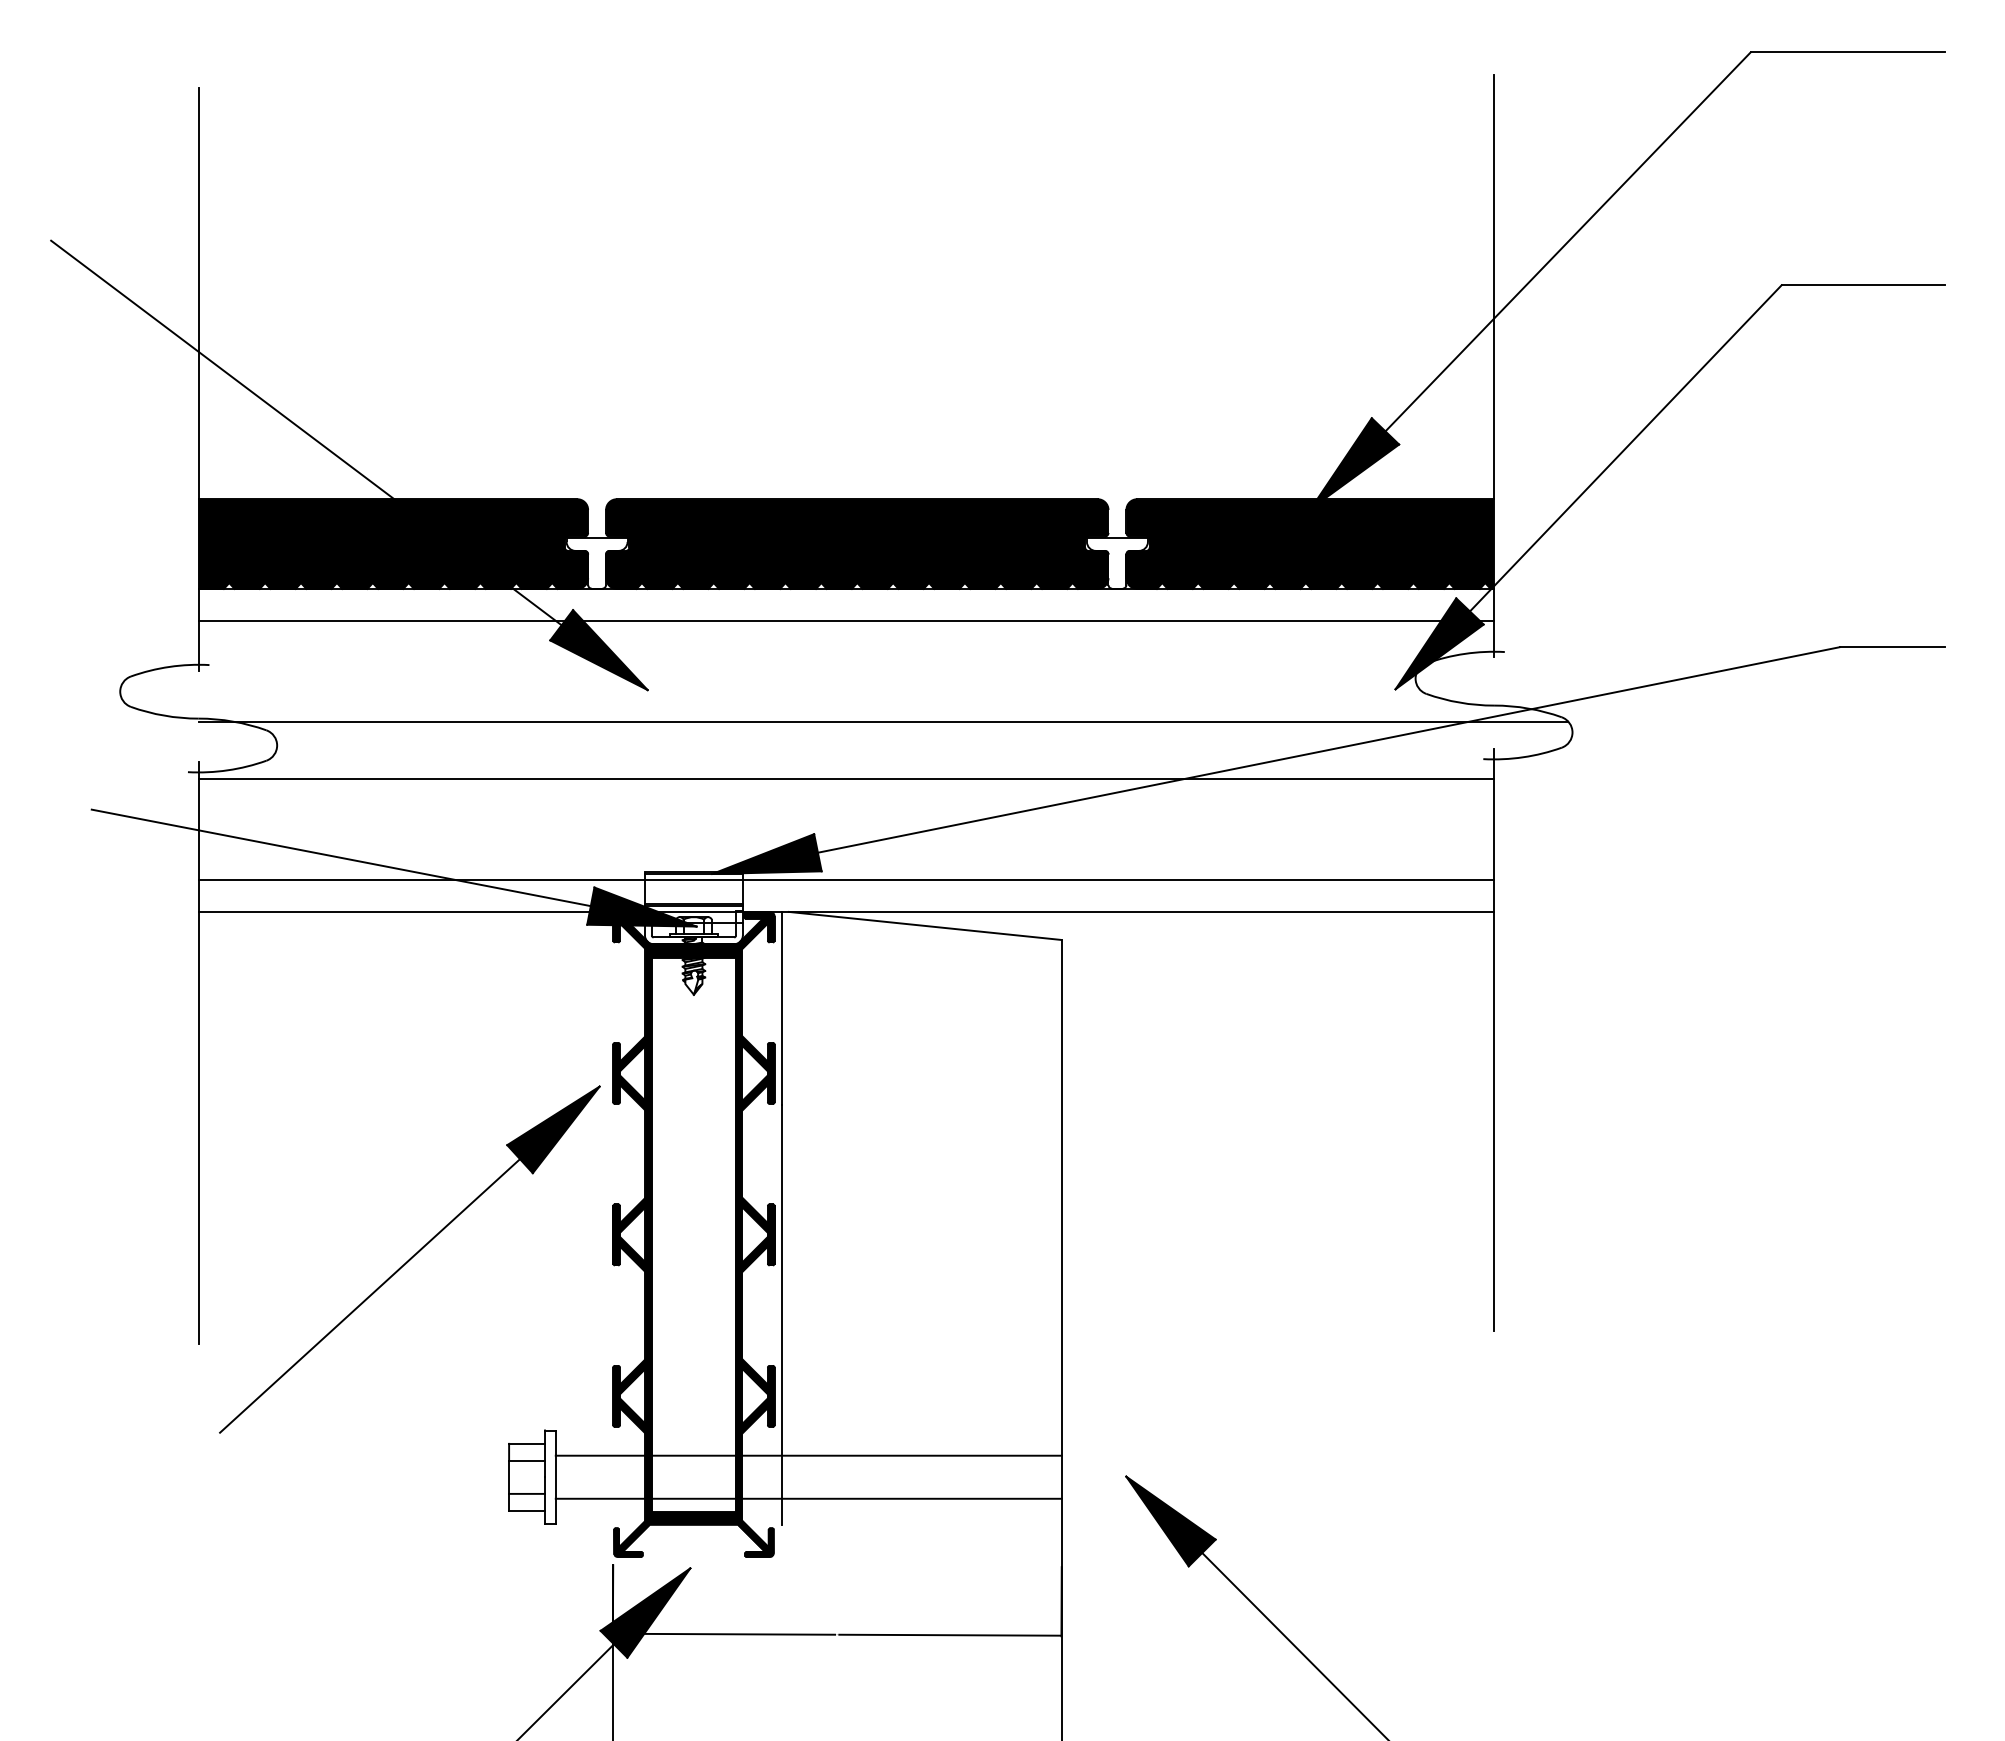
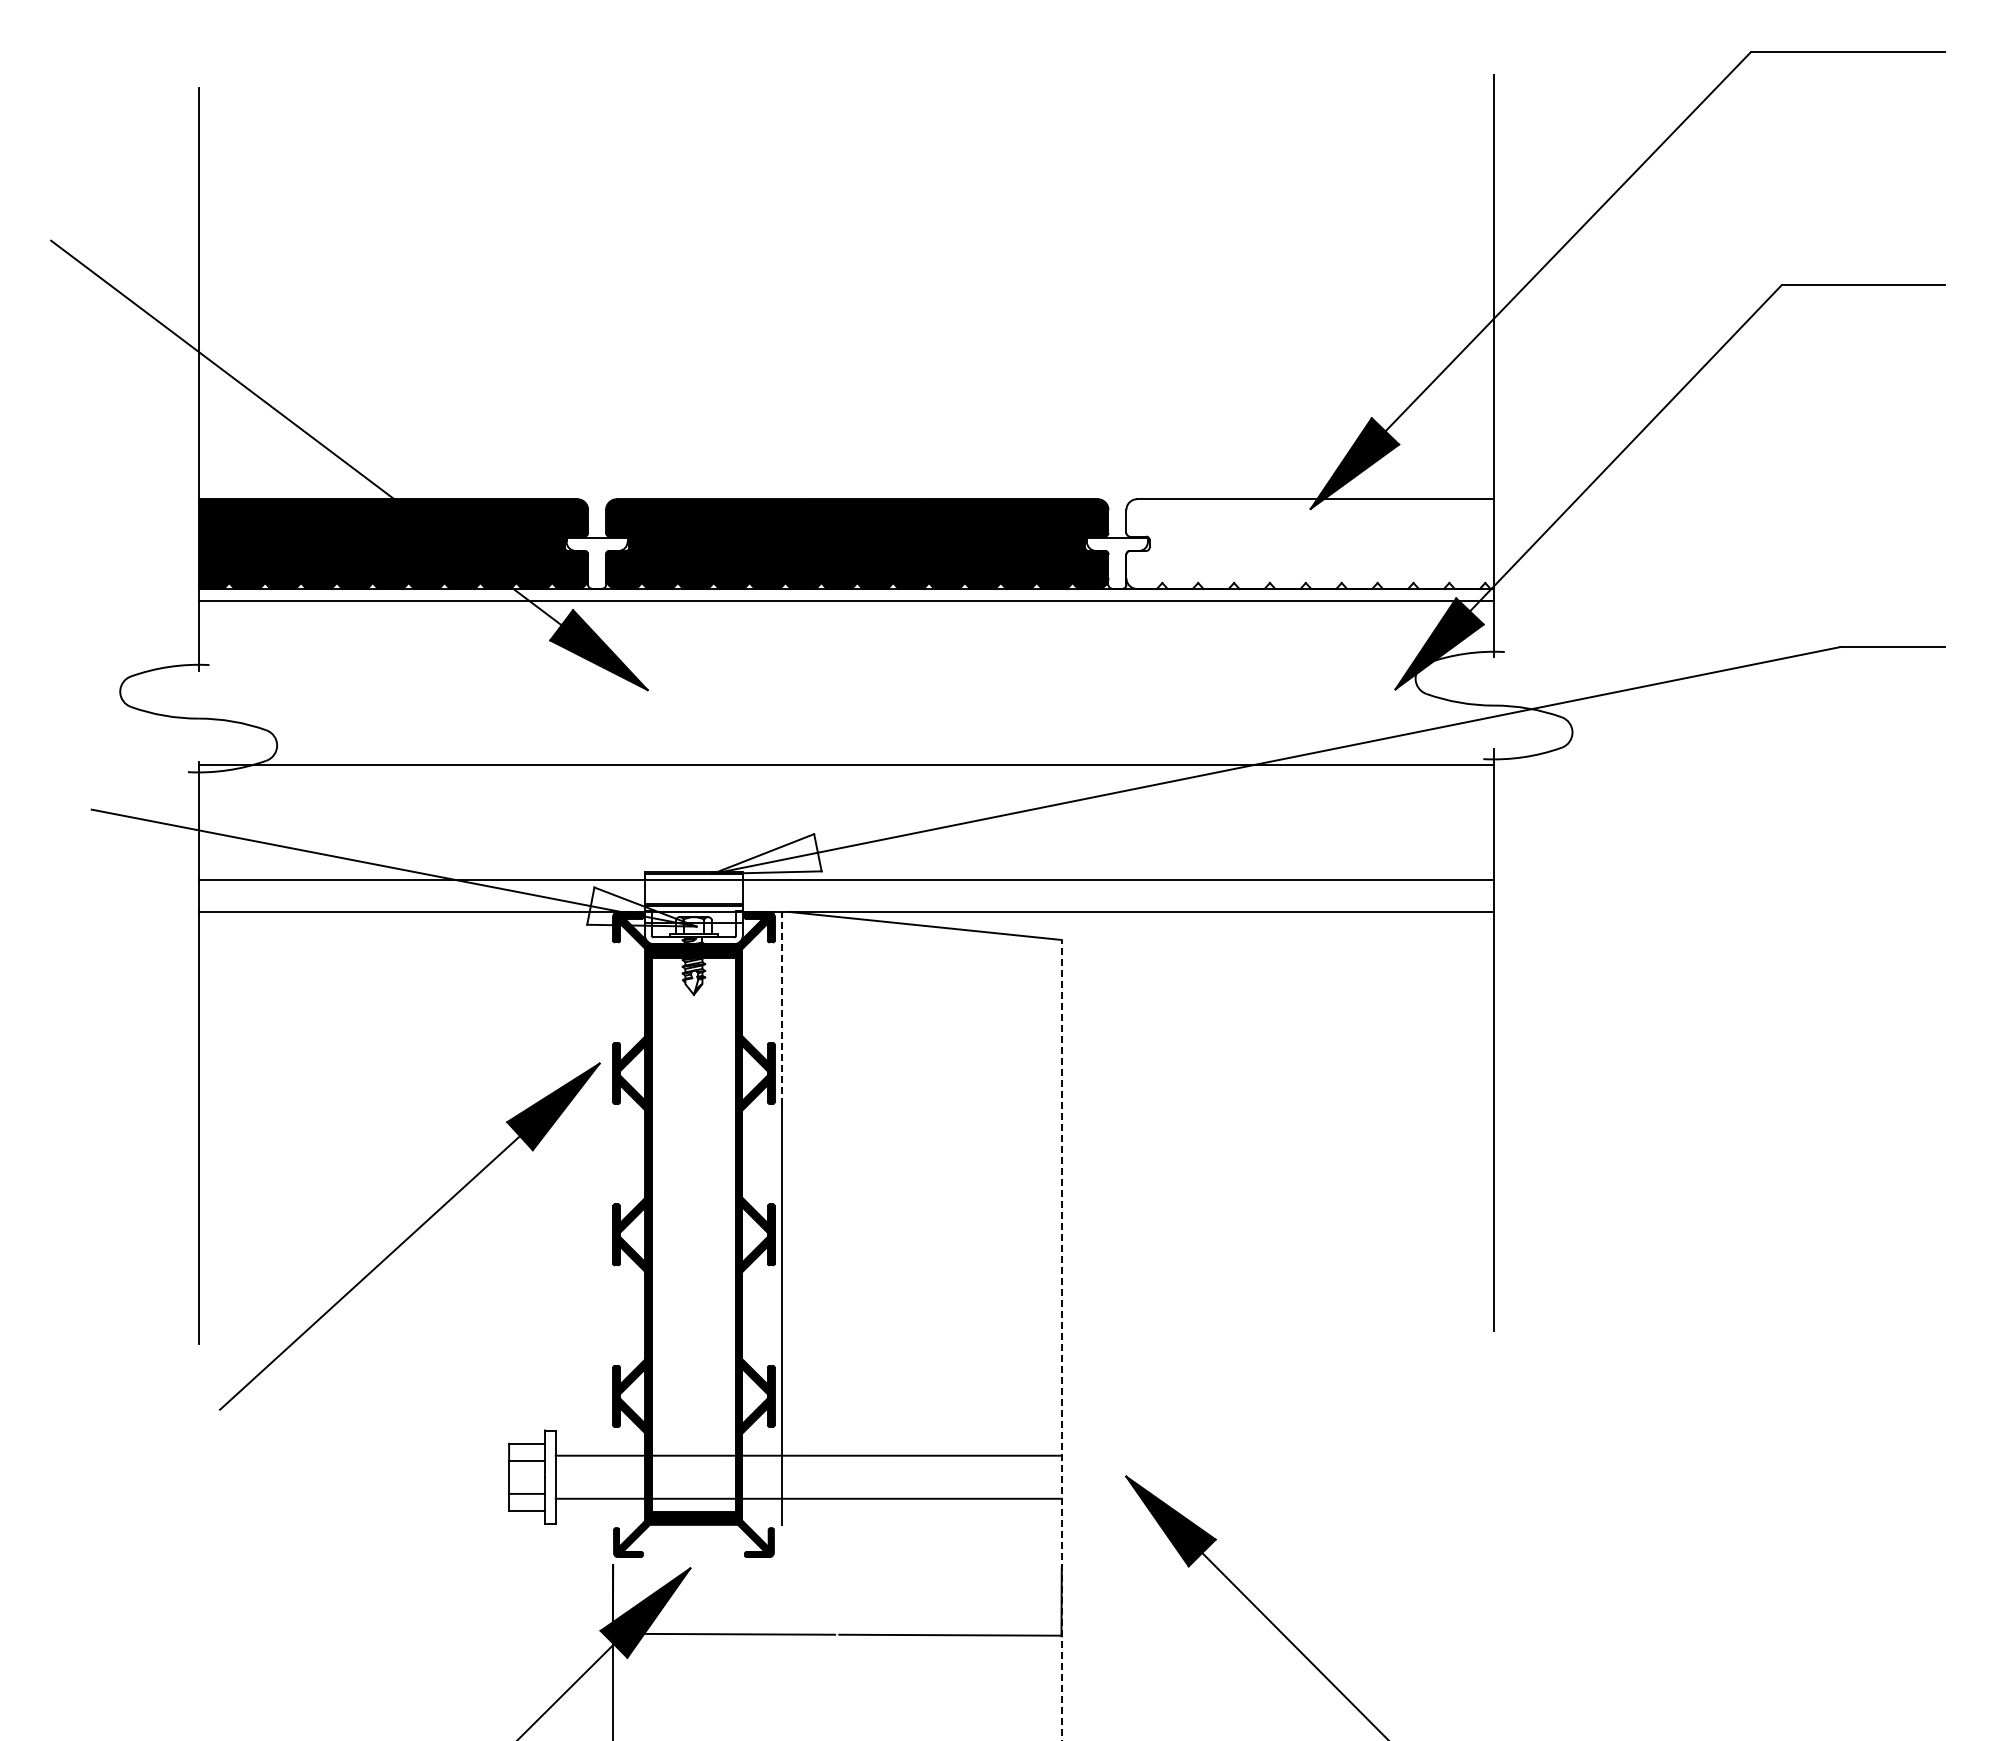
fill at (1310, 543): present -> none
line at (846, 621) position: (846, 621) -> (846, 601)
line at (883, 721): present -> none
line at (846, 779) position: (846, 779) -> (846, 765)
fill at (766, 853): present -> none
fill at (641, 906): present -> none
line at (781, 1008): solid -> dashed
part at (409, 1259) position: (409, 1259) -> (409, 1236)
line at (1061, 1339): solid -> dashed
